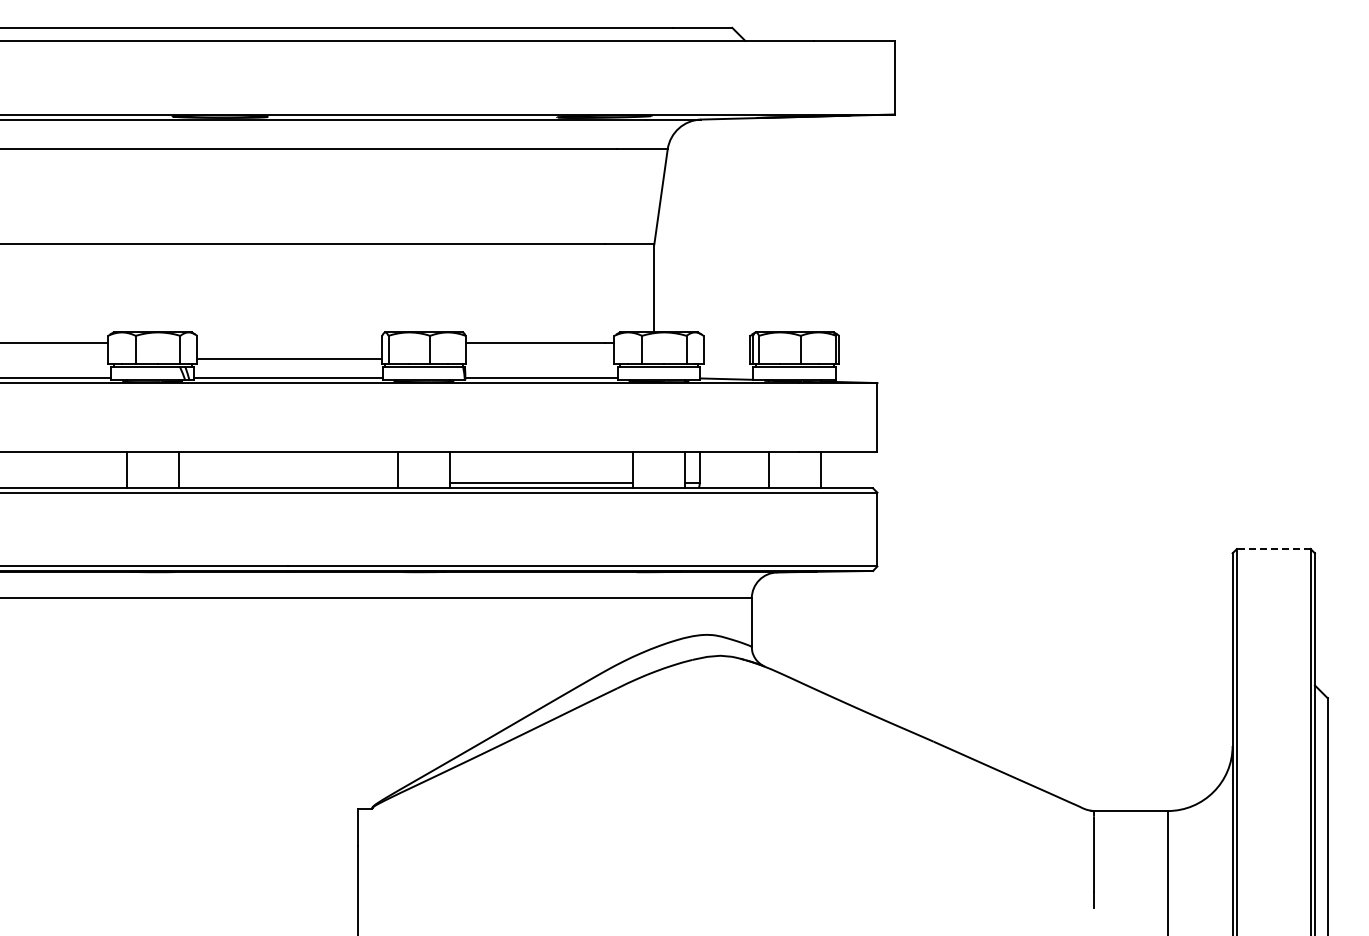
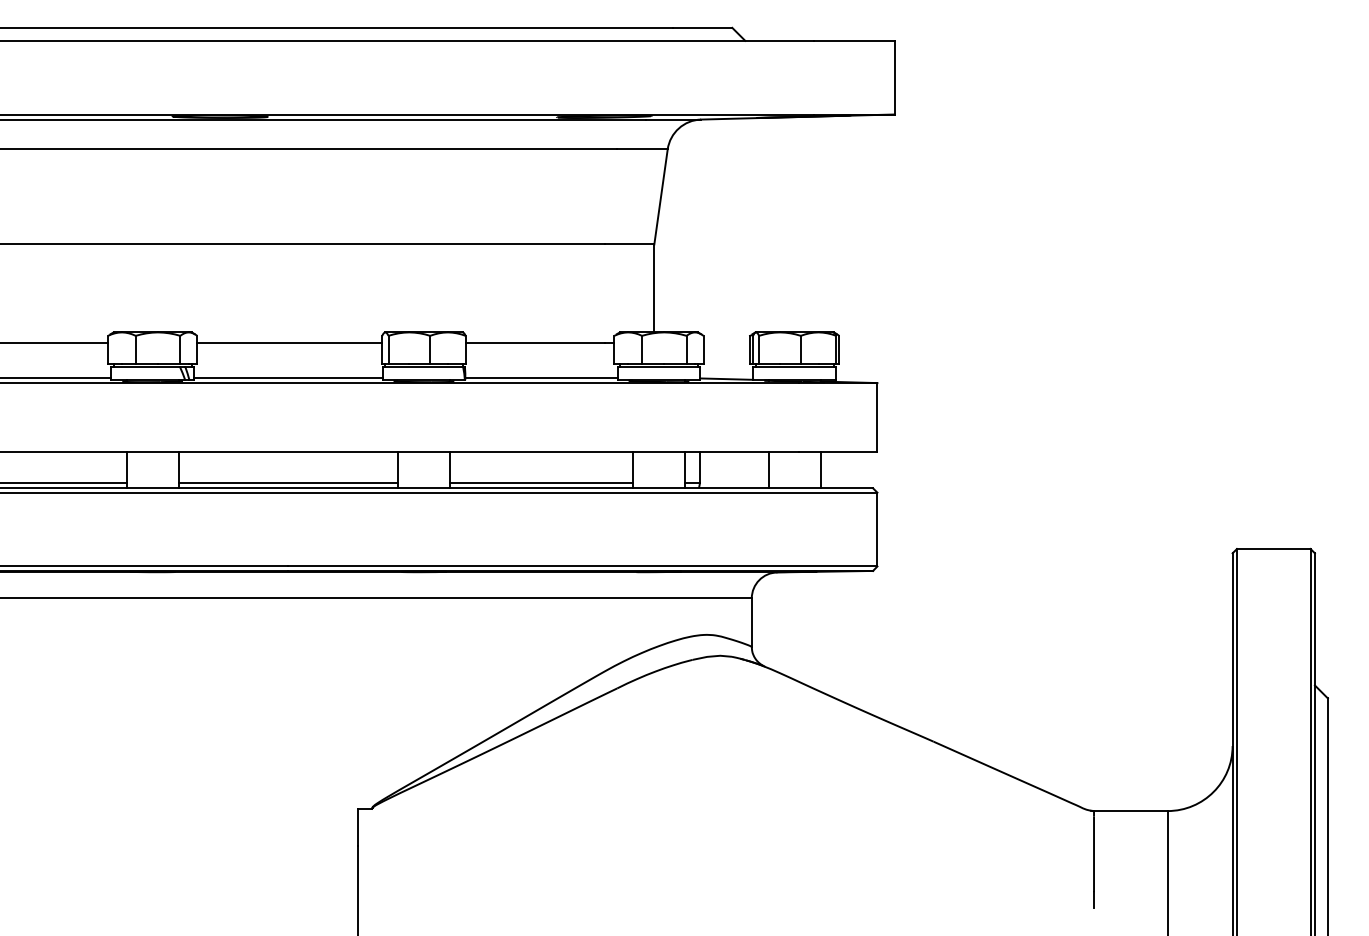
line at (289, 359) position: (289, 359) -> (289, 343)
line at (64, 483): none -> present
line at (287, 483): none -> present
line at (1273, 548): dashed -> solid
